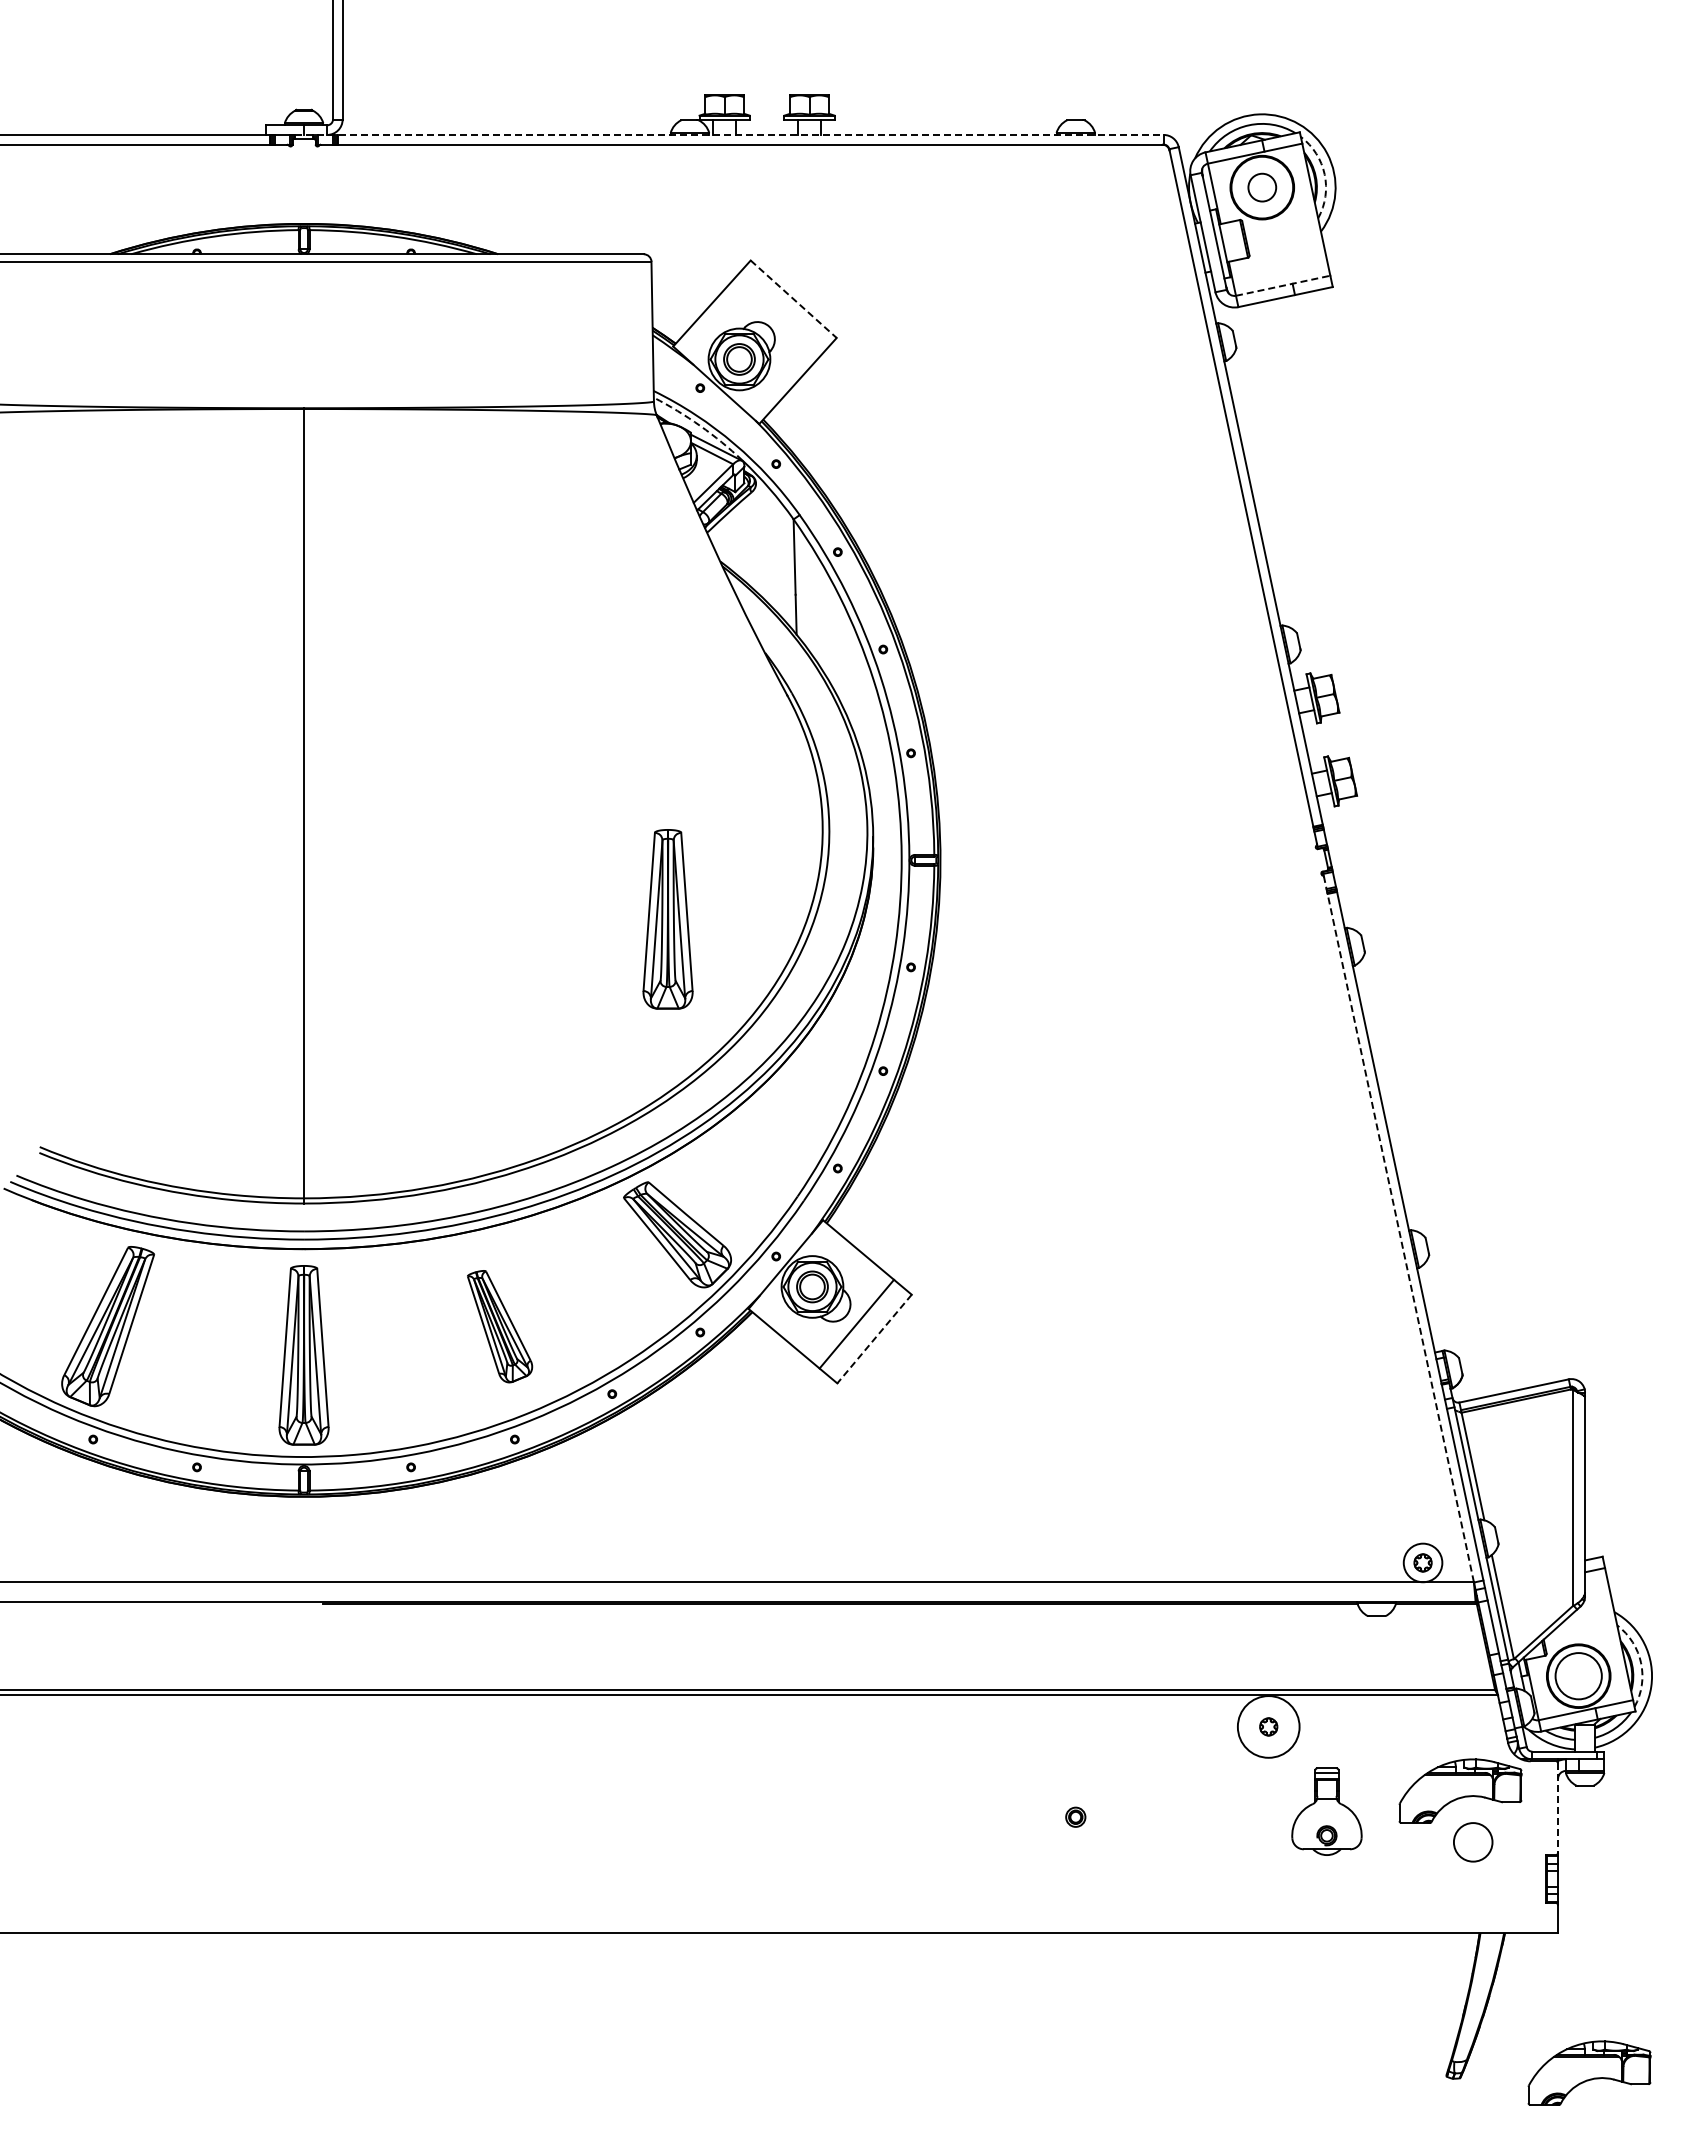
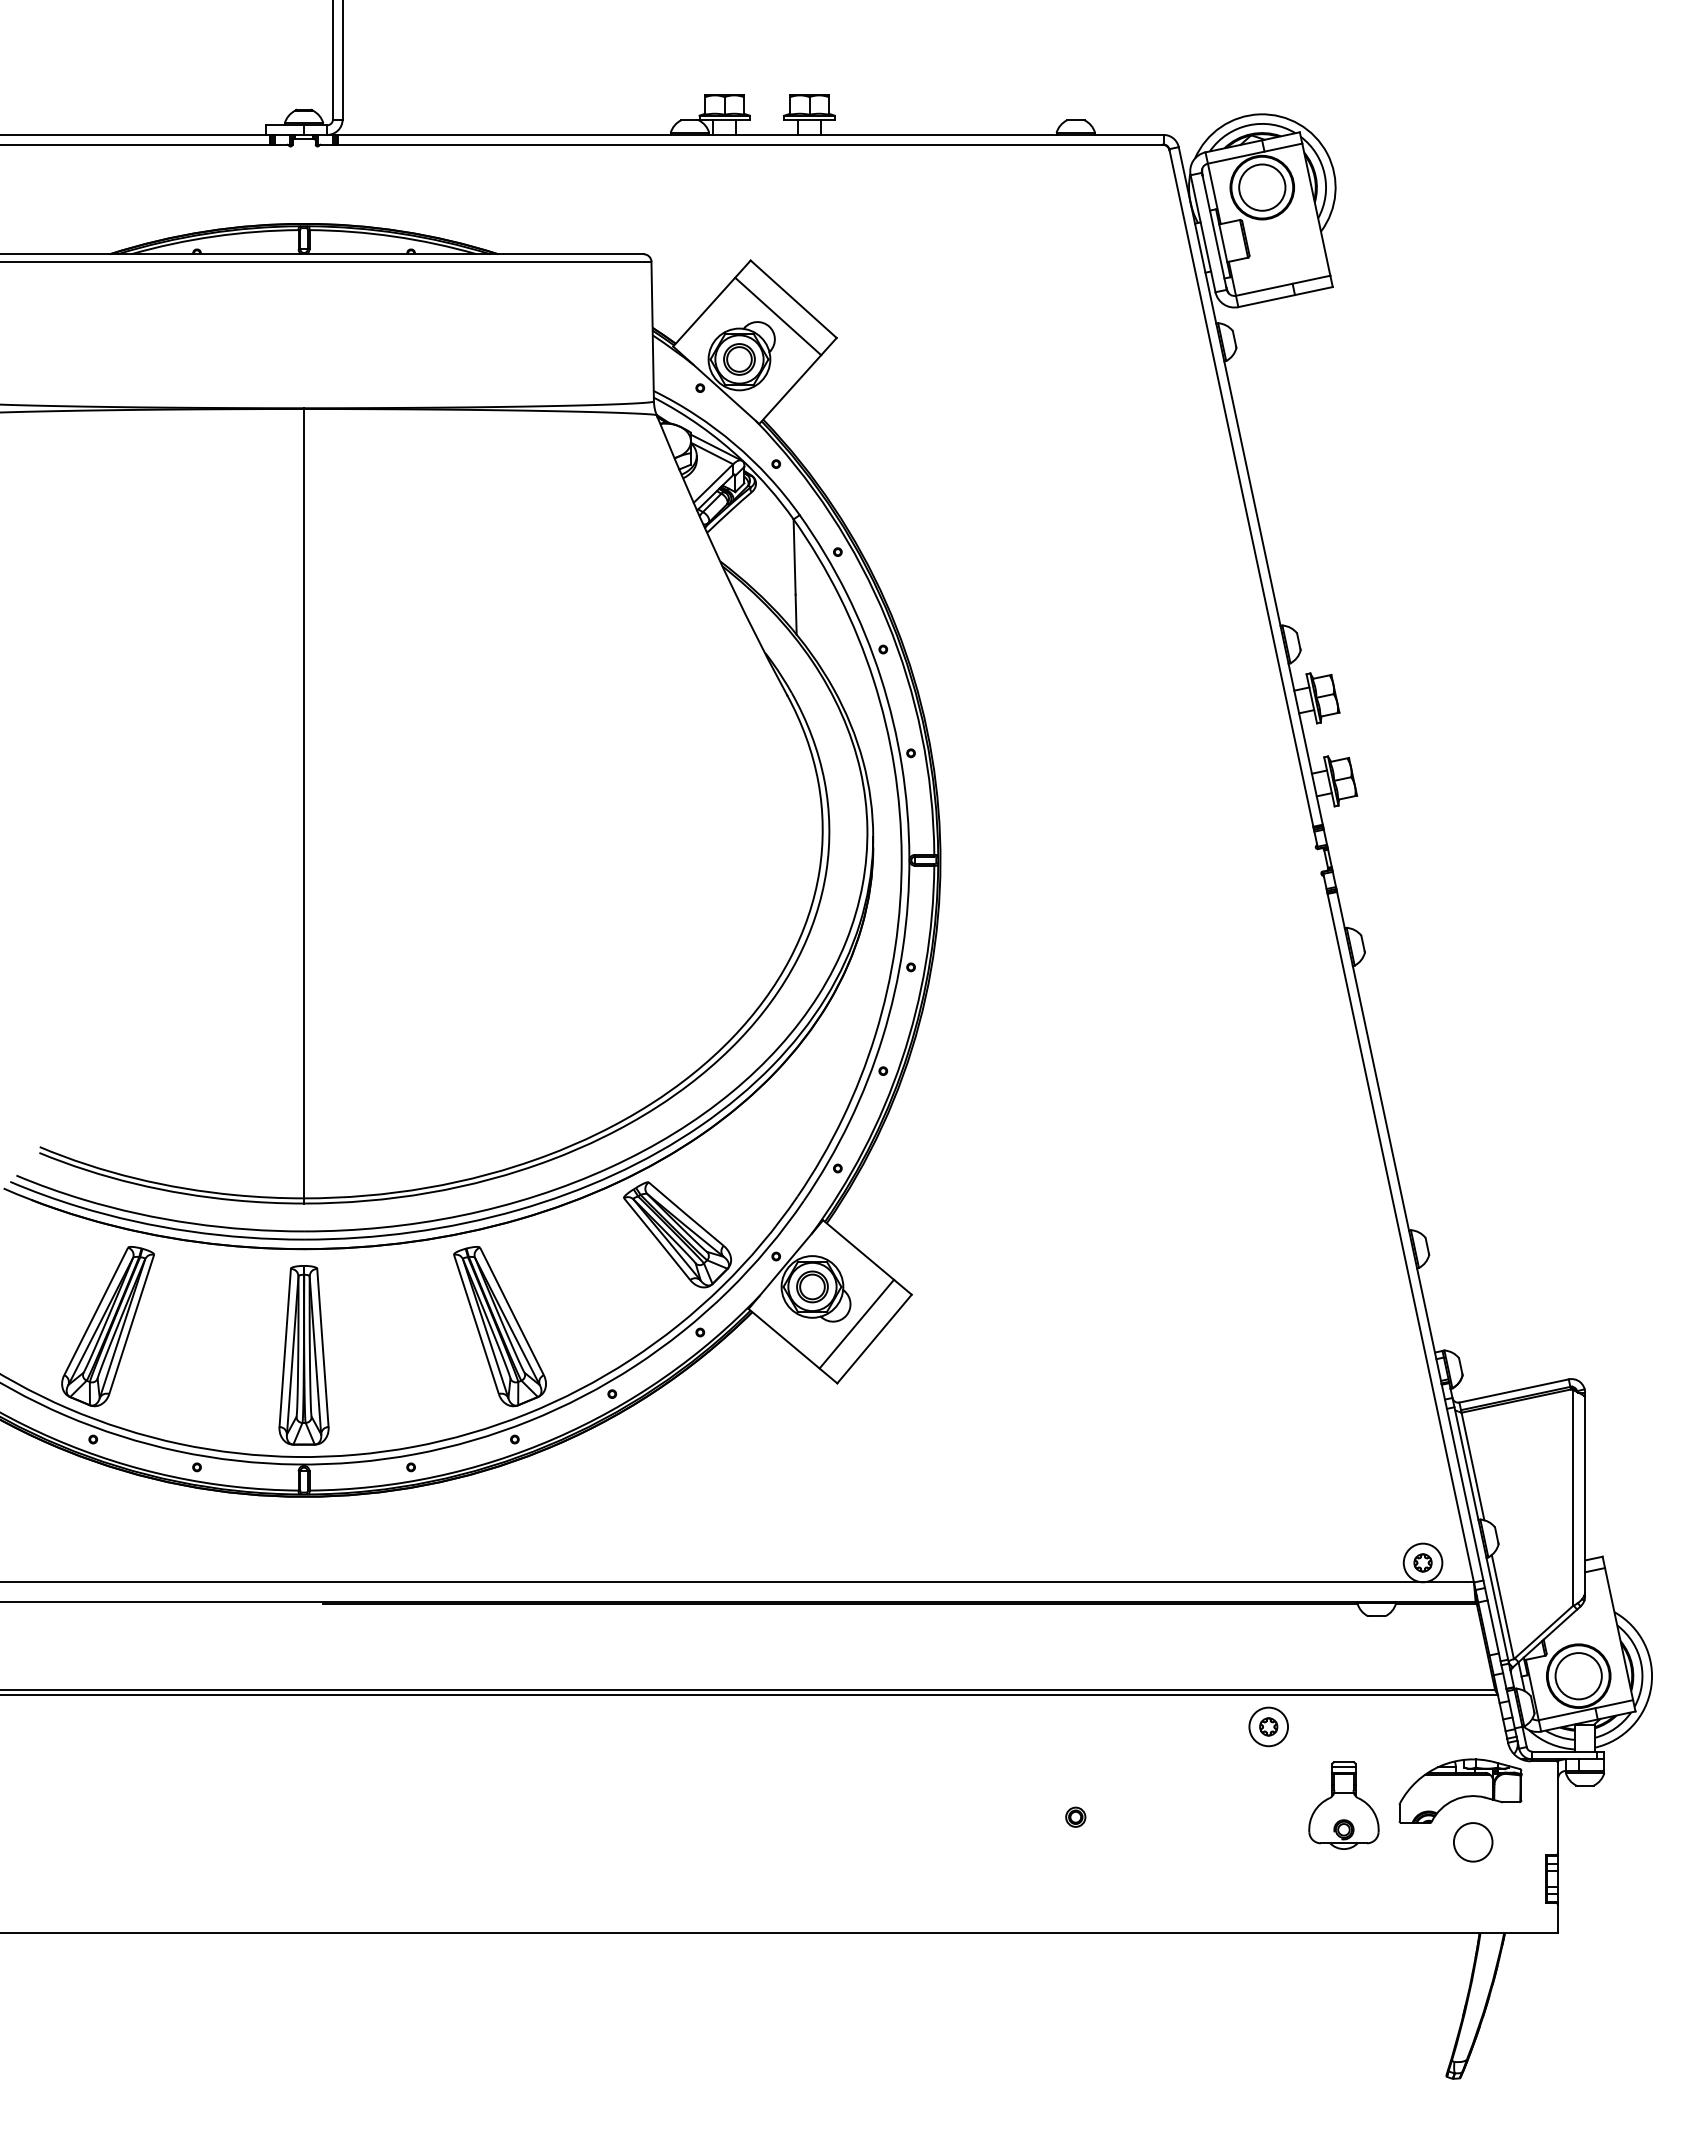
line at (729, 134): dashed -> solid
arc at (1324, 174): dashed -> solid
circle at (1262, 187) diameter: 28 px -> 46 px
line at (1283, 285): dashed -> solid
line at (793, 299): dashed -> solid
line at (778, 316): none -> present
arc at (700, 425): dashed -> solid
part at (667, 919): present -> none
line at (1398, 1229): dashed -> solid
part at (500, 1326) size: 67x114 px -> 94x162 px
line at (874, 1339): dashed -> solid
arc at (1641, 1662): dashed -> solid
circle at (1268, 1726) diameter: 62 px -> 39 px
line at (1558, 1808): dashed -> solid
part at (1326, 1811) position: (1326, 1811) -> (1343, 1805)
part at (1589, 2072): present -> none
